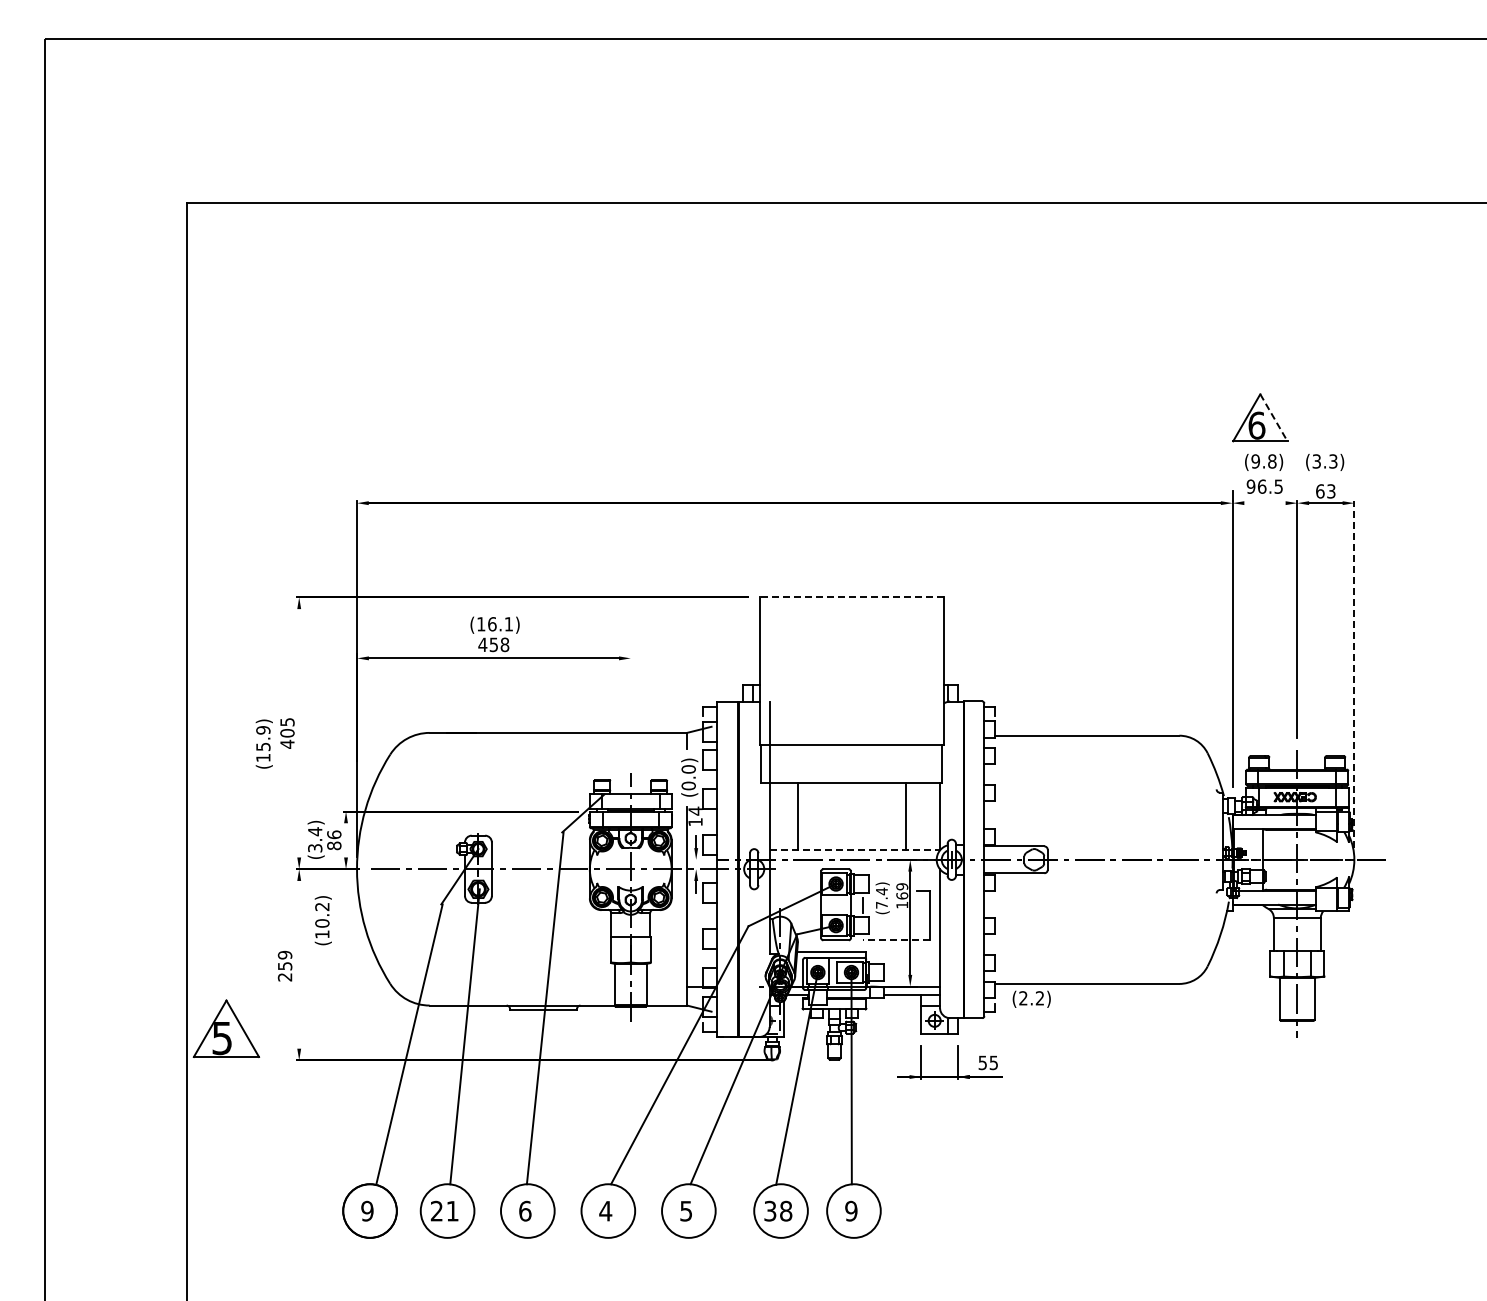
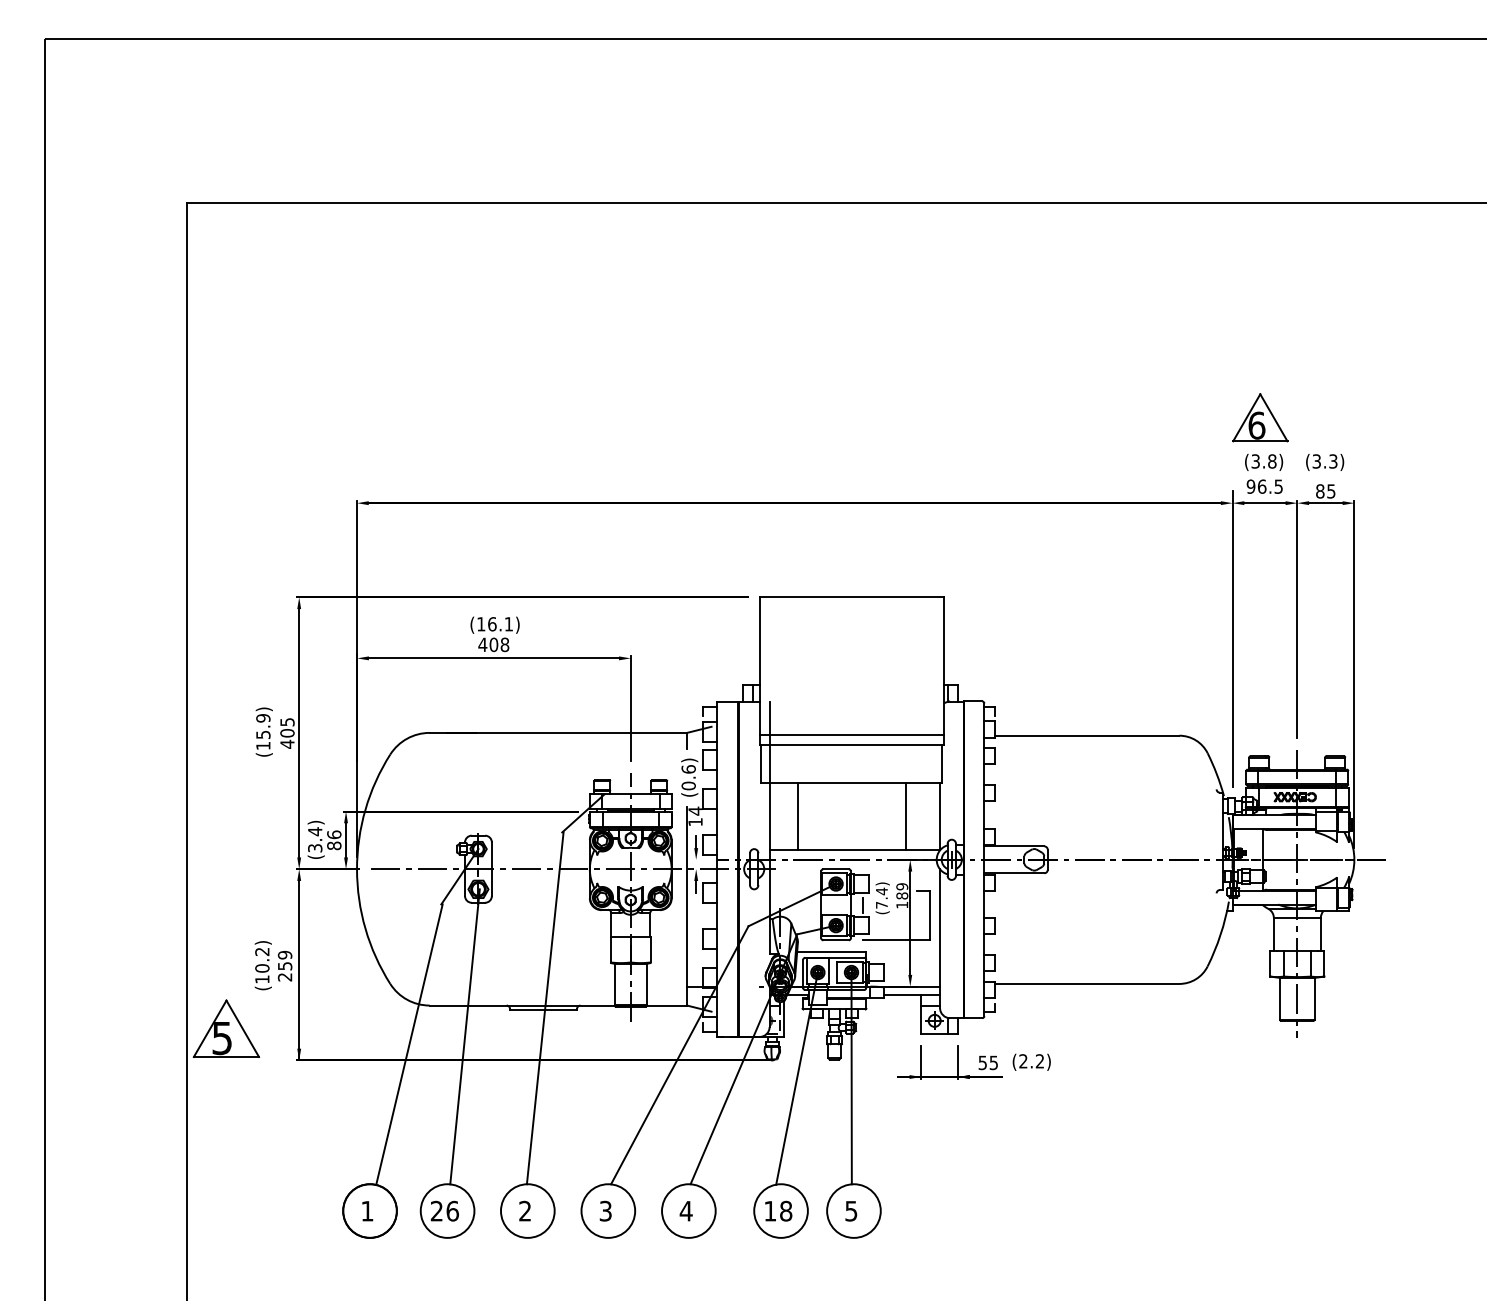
line at (1274, 418): dashed -> solid
text at (1255, 461): (9.8) -> (3.8)
text at (1325, 491): 63 -> 85
line at (1264, 503): none -> present
line at (851, 597): dashed -> solid
text at (493, 644): 458 -> 408
line at (1354, 674): dashed -> solid
line at (630, 708): none -> present
line at (299, 733): none -> present
line at (851, 734): none -> present
text at (263, 743) position: (263, 743) -> (263, 731)
text at (688, 769): (0.0) -> (0.6)
line at (346, 840): none -> present
line at (855, 849): dashed -> solid
text at (901, 895): 169 -> 189
text at (322, 920) position: (322, 920) -> (262, 965)
line at (896, 939): dashed -> solid
line at (299, 970): none -> present
text at (1031, 998) position: (1031, 998) -> (1031, 1061)
text at (367, 1210): 9 -> 1
text at (452, 1210): 21 -> 26
text at (525, 1210): 6 -> 2
text at (605, 1210): 4 -> 3
text at (770, 1210): 38 -> 18
text at (851, 1210): 9 -> 5
text at (685, 1211): 5 -> 4
